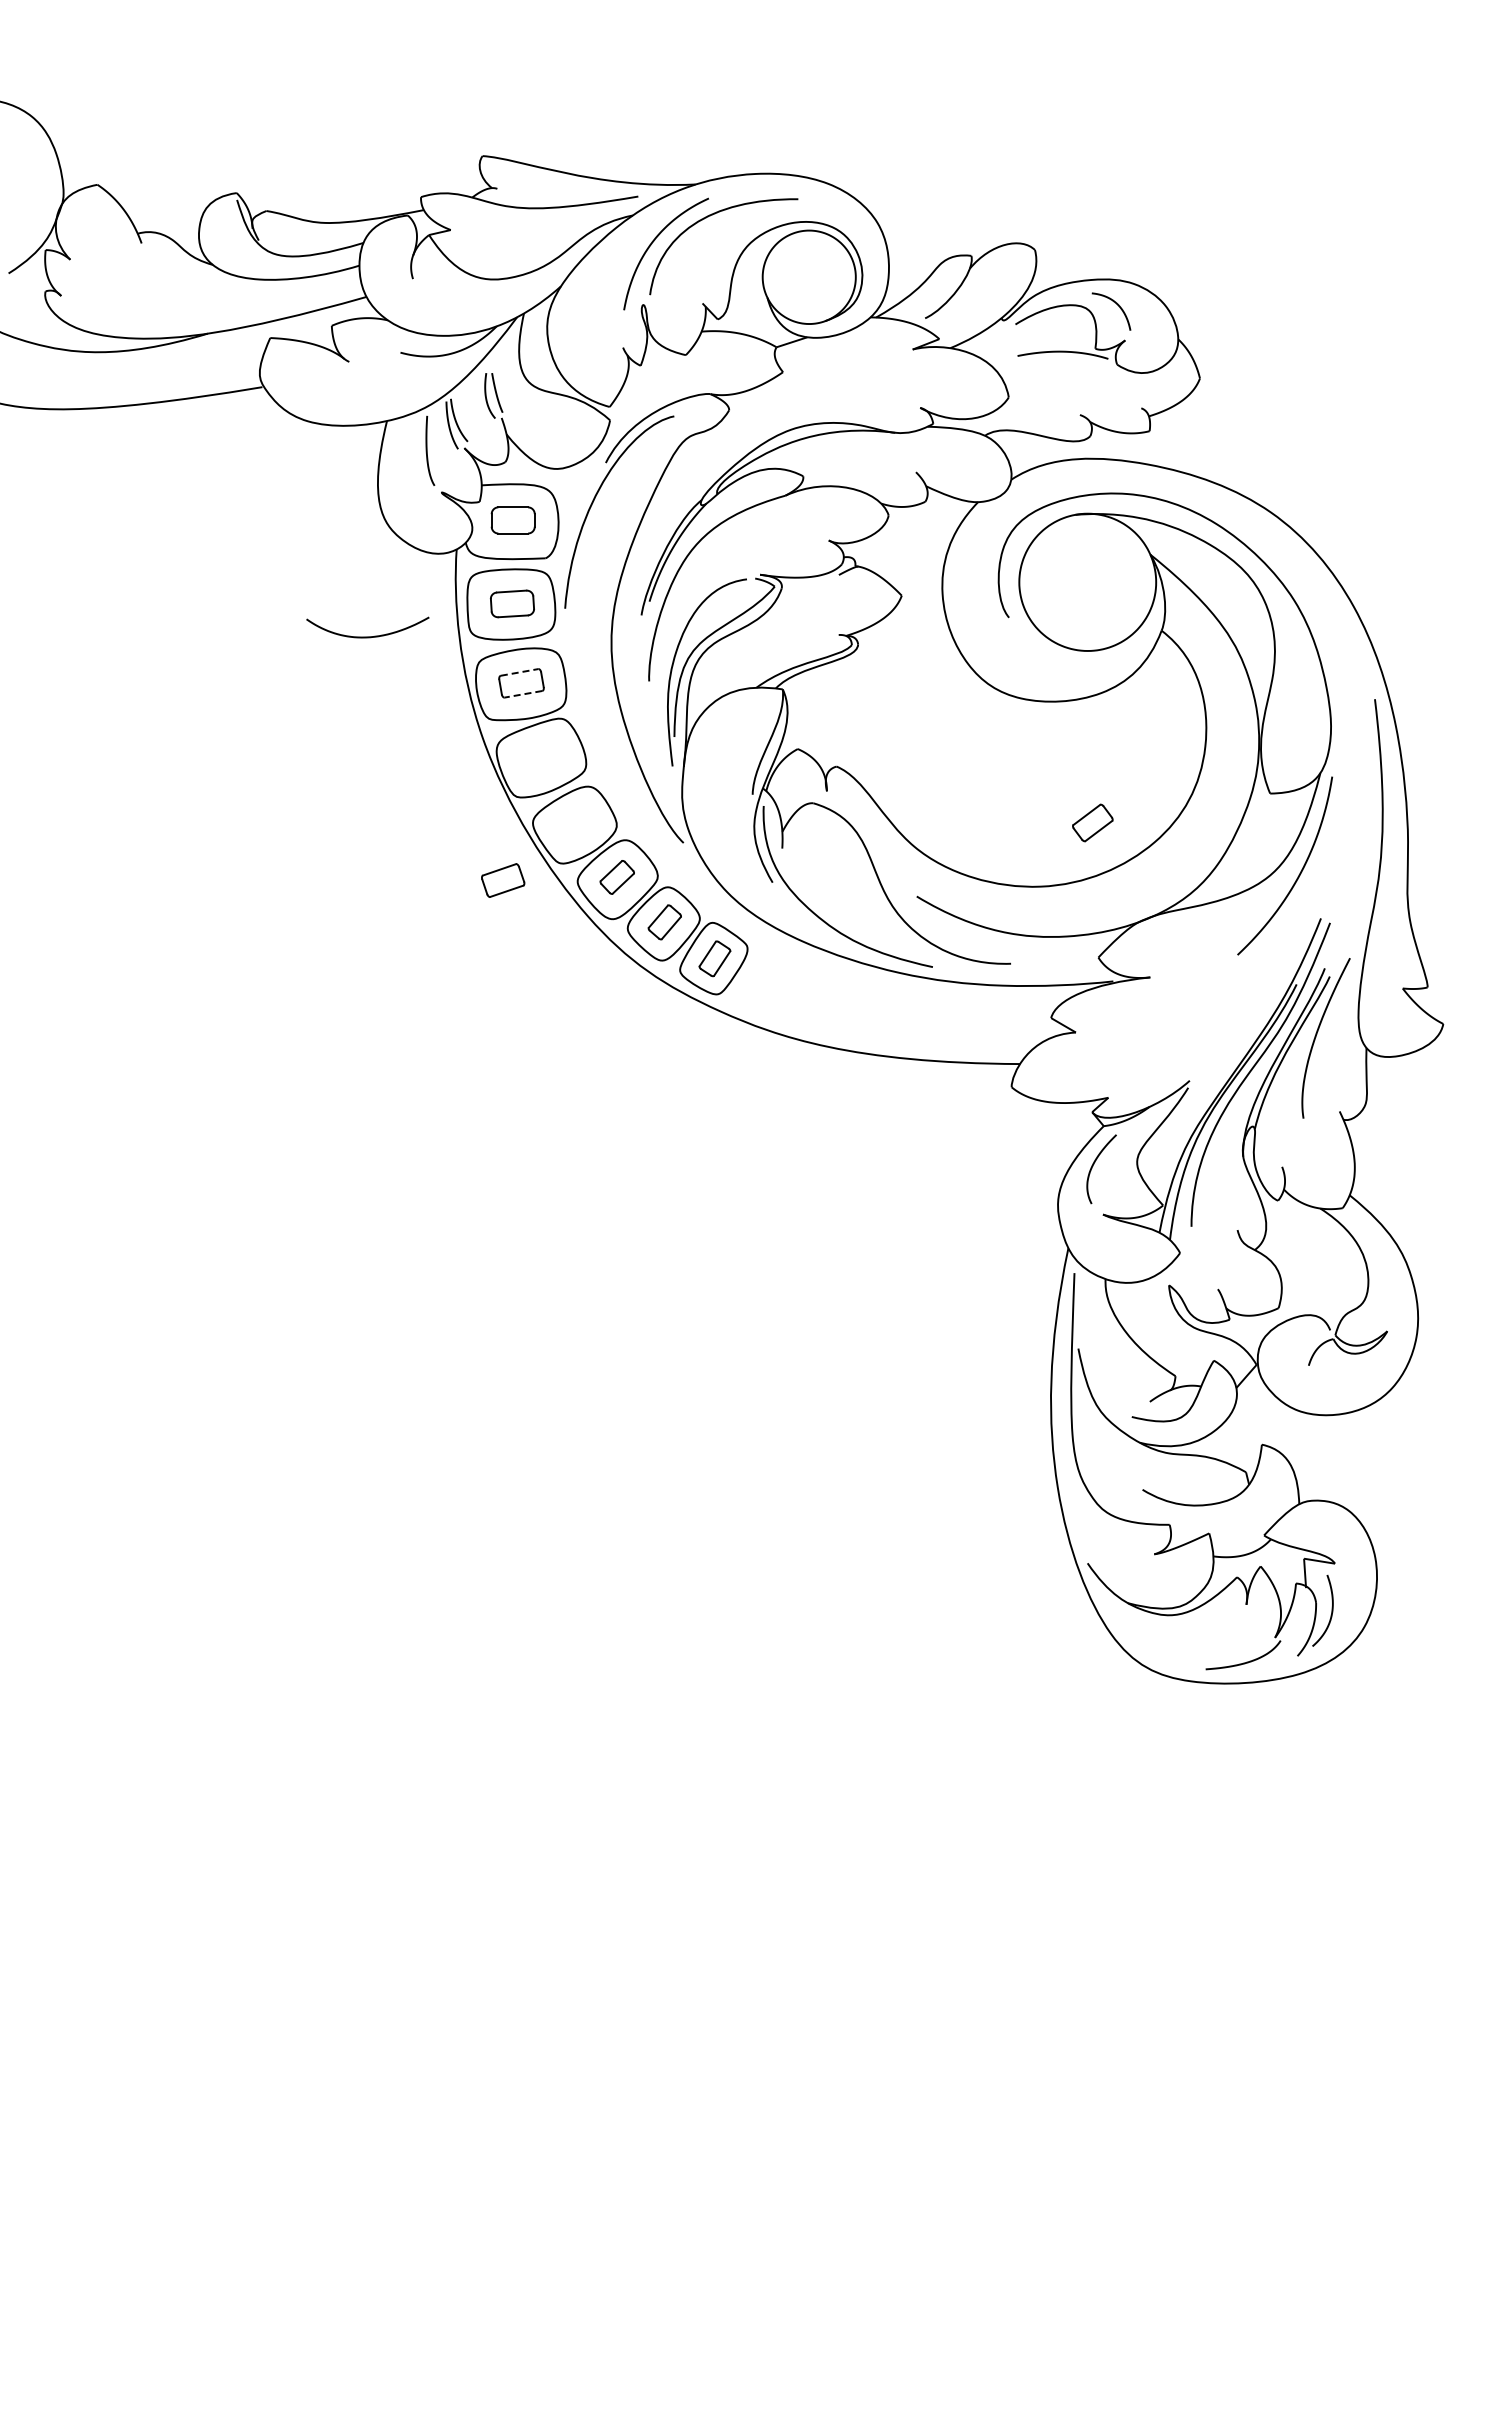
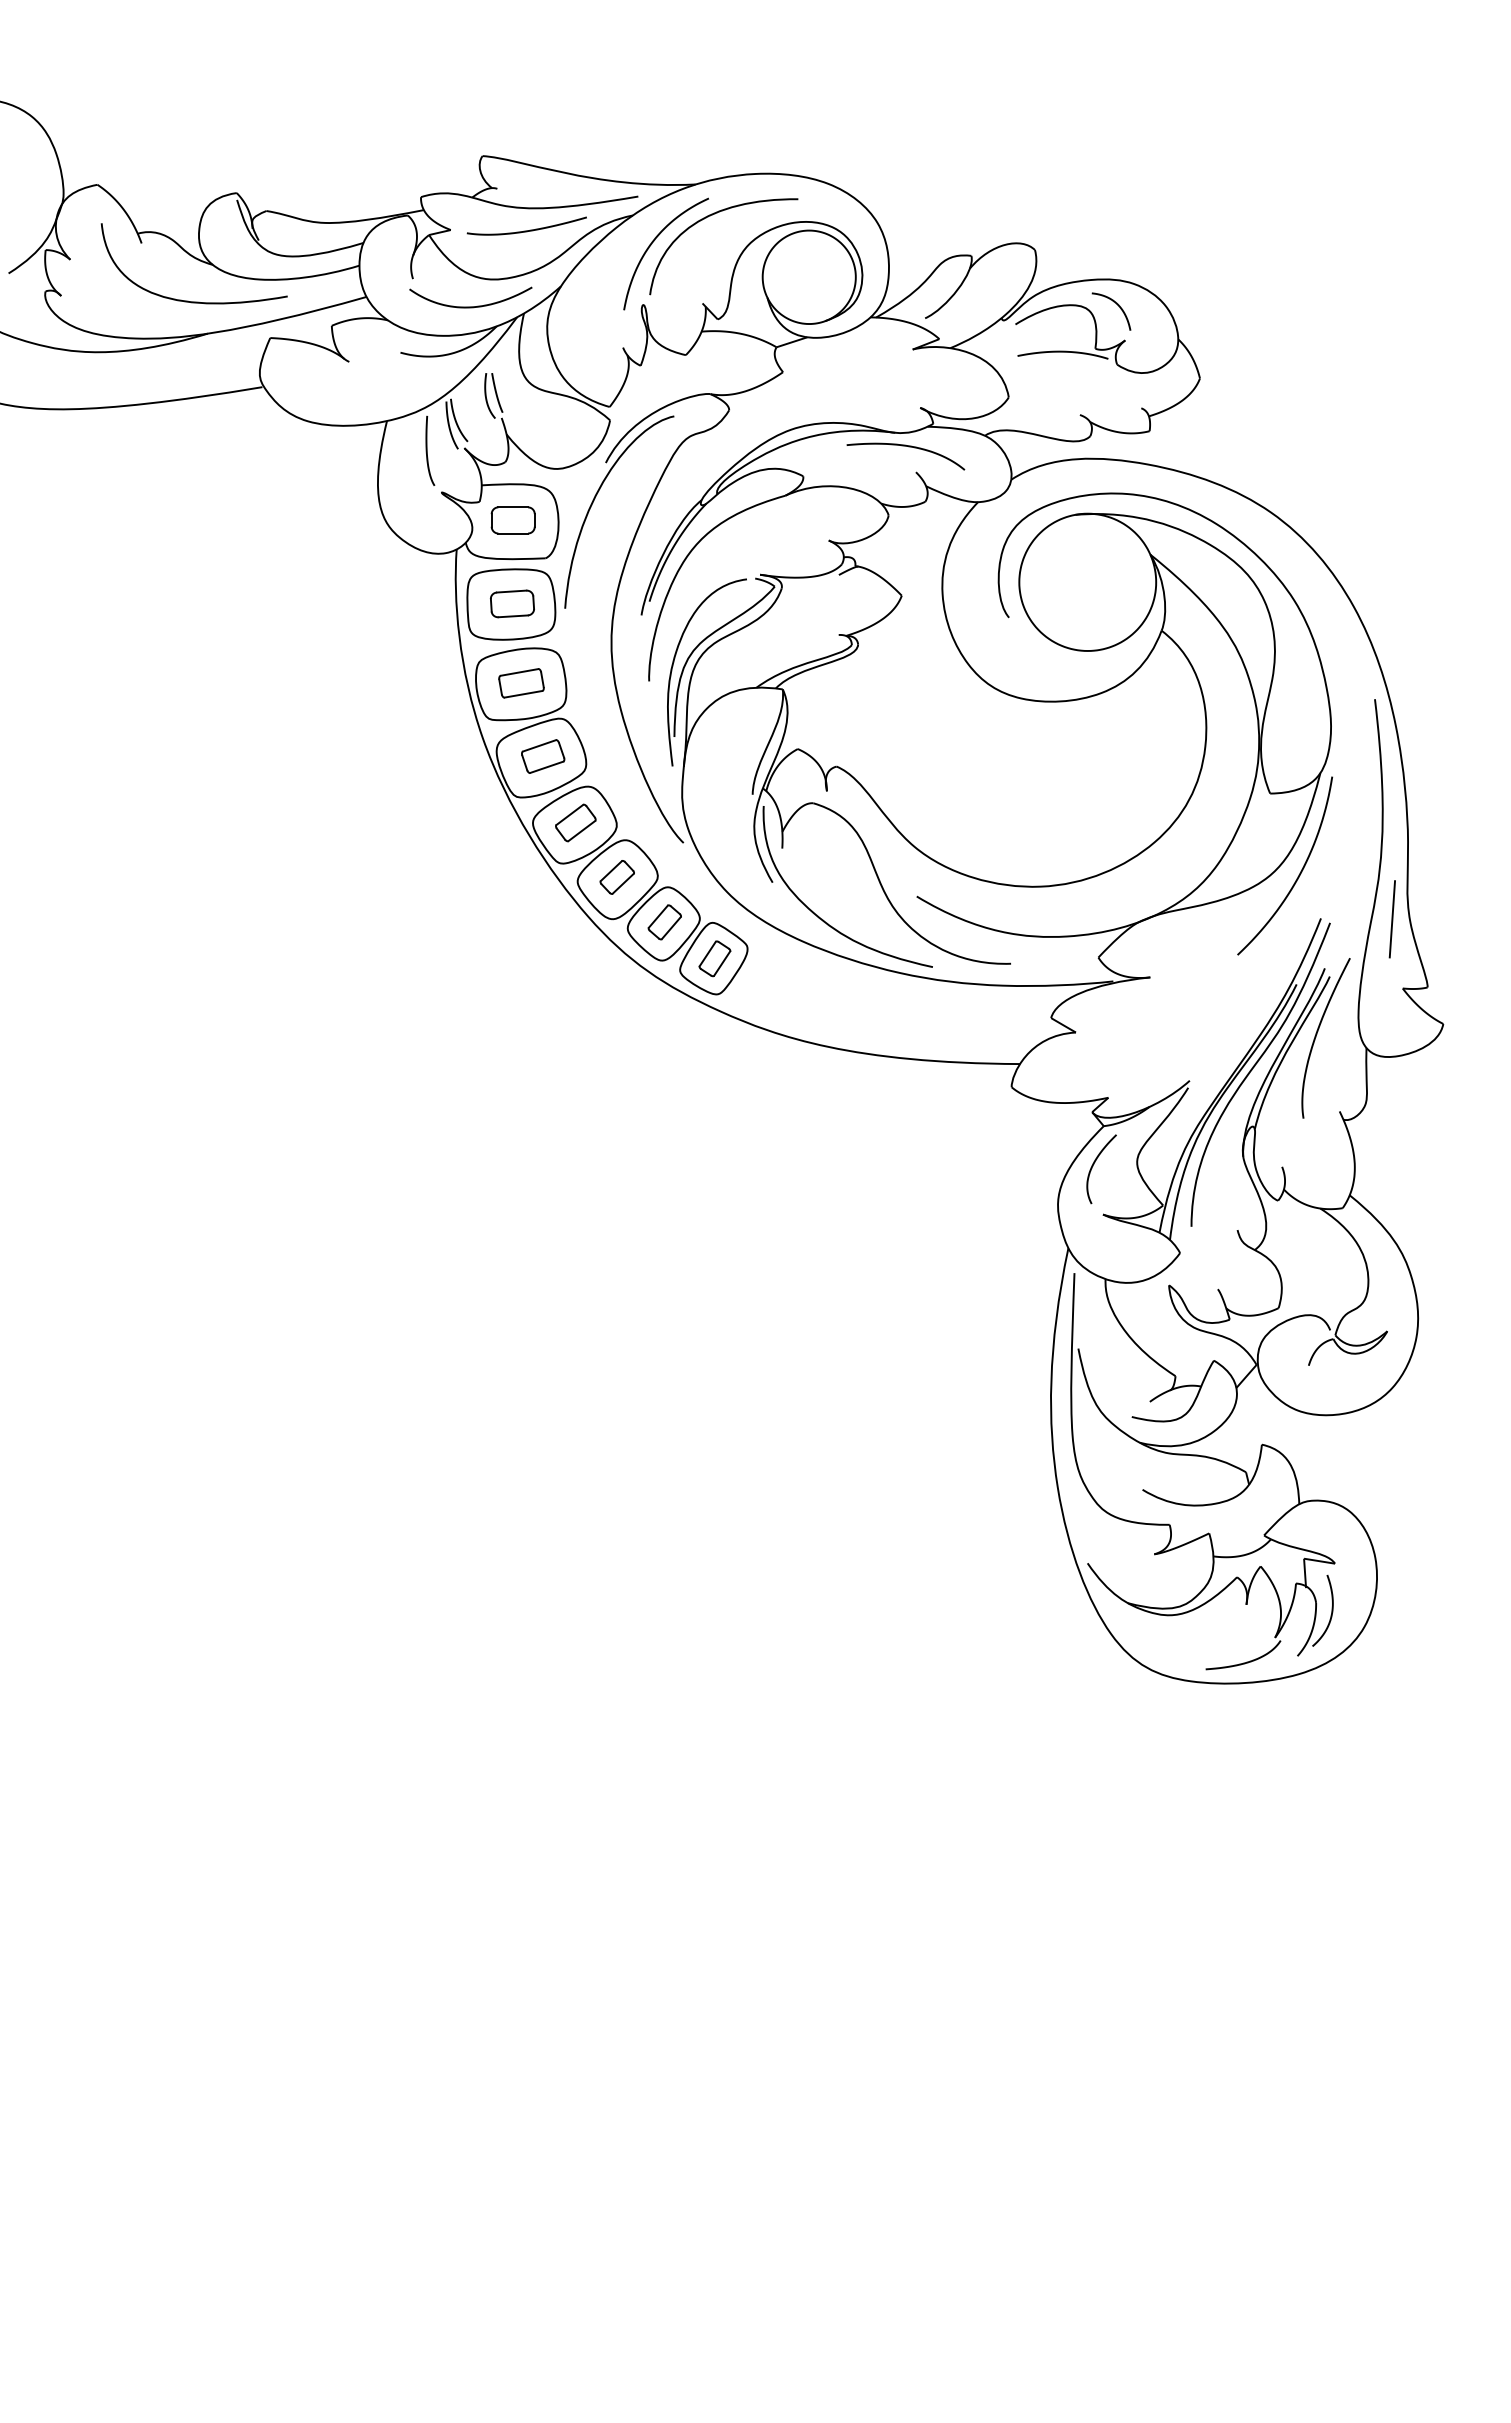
curve at (526, 230): none -> present
curve at (188, 300): none -> present
curve at (908, 447): none -> present
curve at (367, 636) position: (367, 636) -> (470, 306)
line at (520, 672): dashed -> solid
line at (522, 694): dashed -> solid
part at (1092, 822) position: (1092, 822) -> (575, 822)
part at (503, 880) position: (503, 880) -> (543, 756)
line at (1391, 919): none -> present
